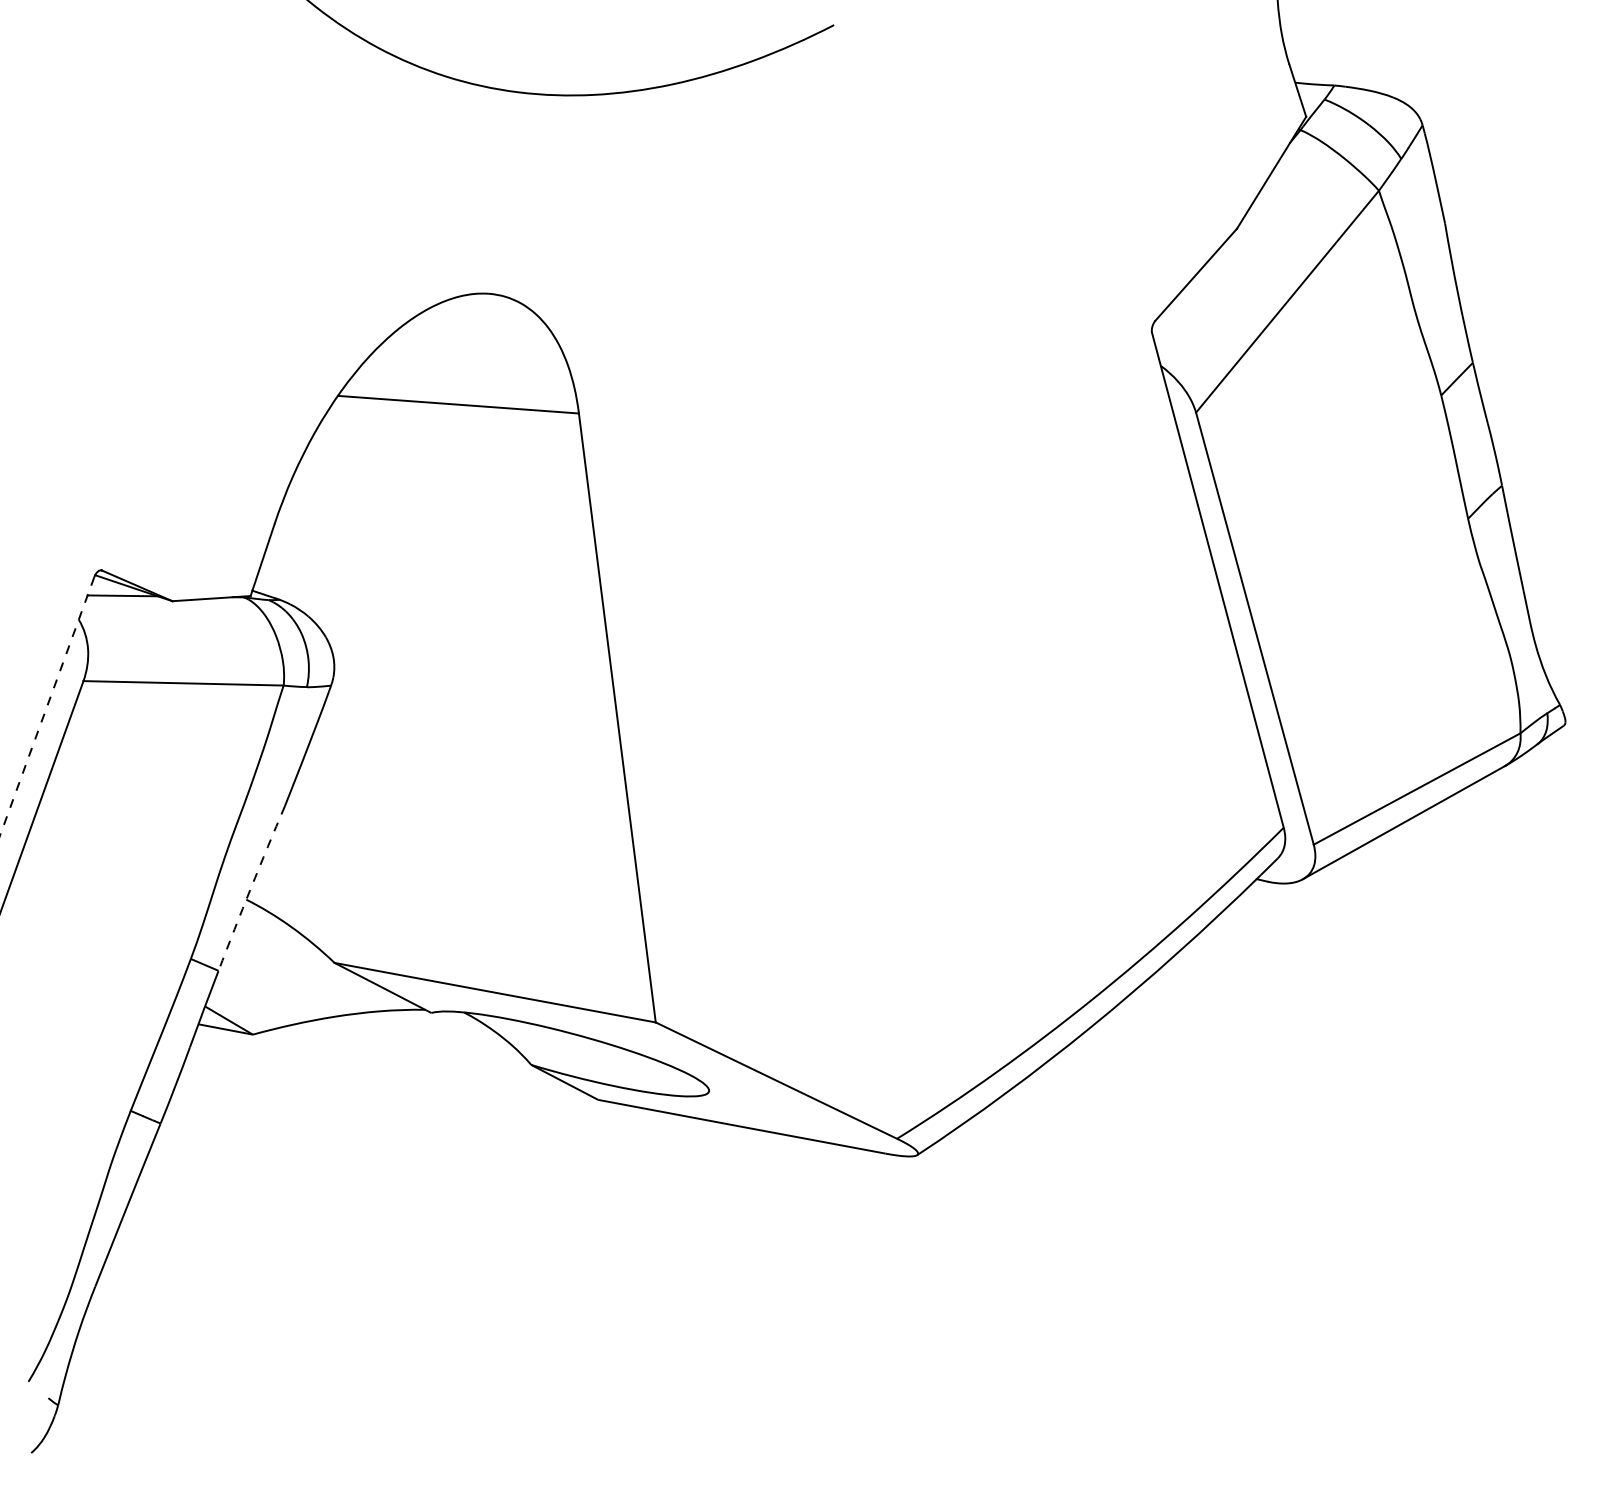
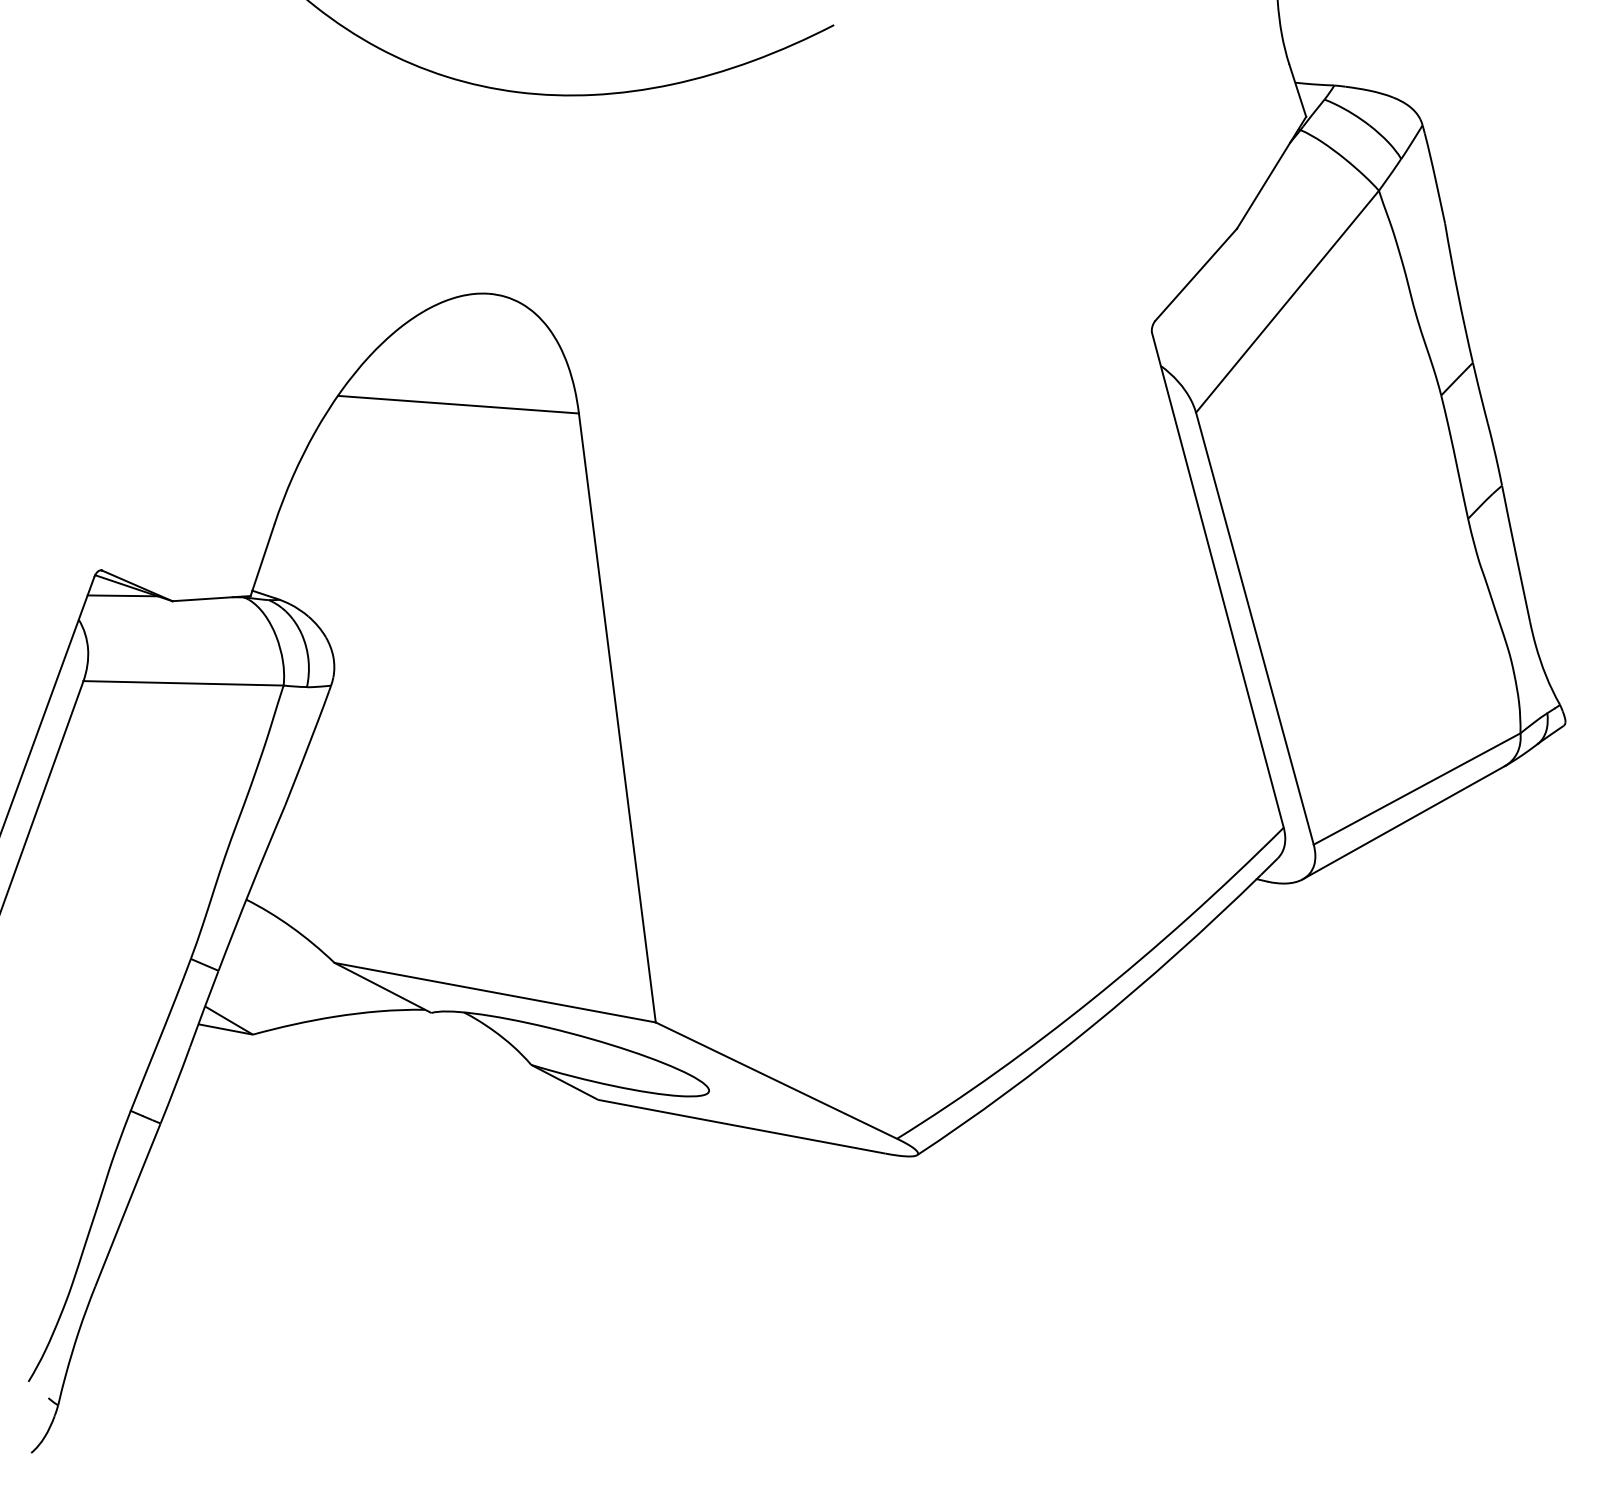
line at (47, 706): dashed -> solid
arc at (251, 888): dashed -> solid
